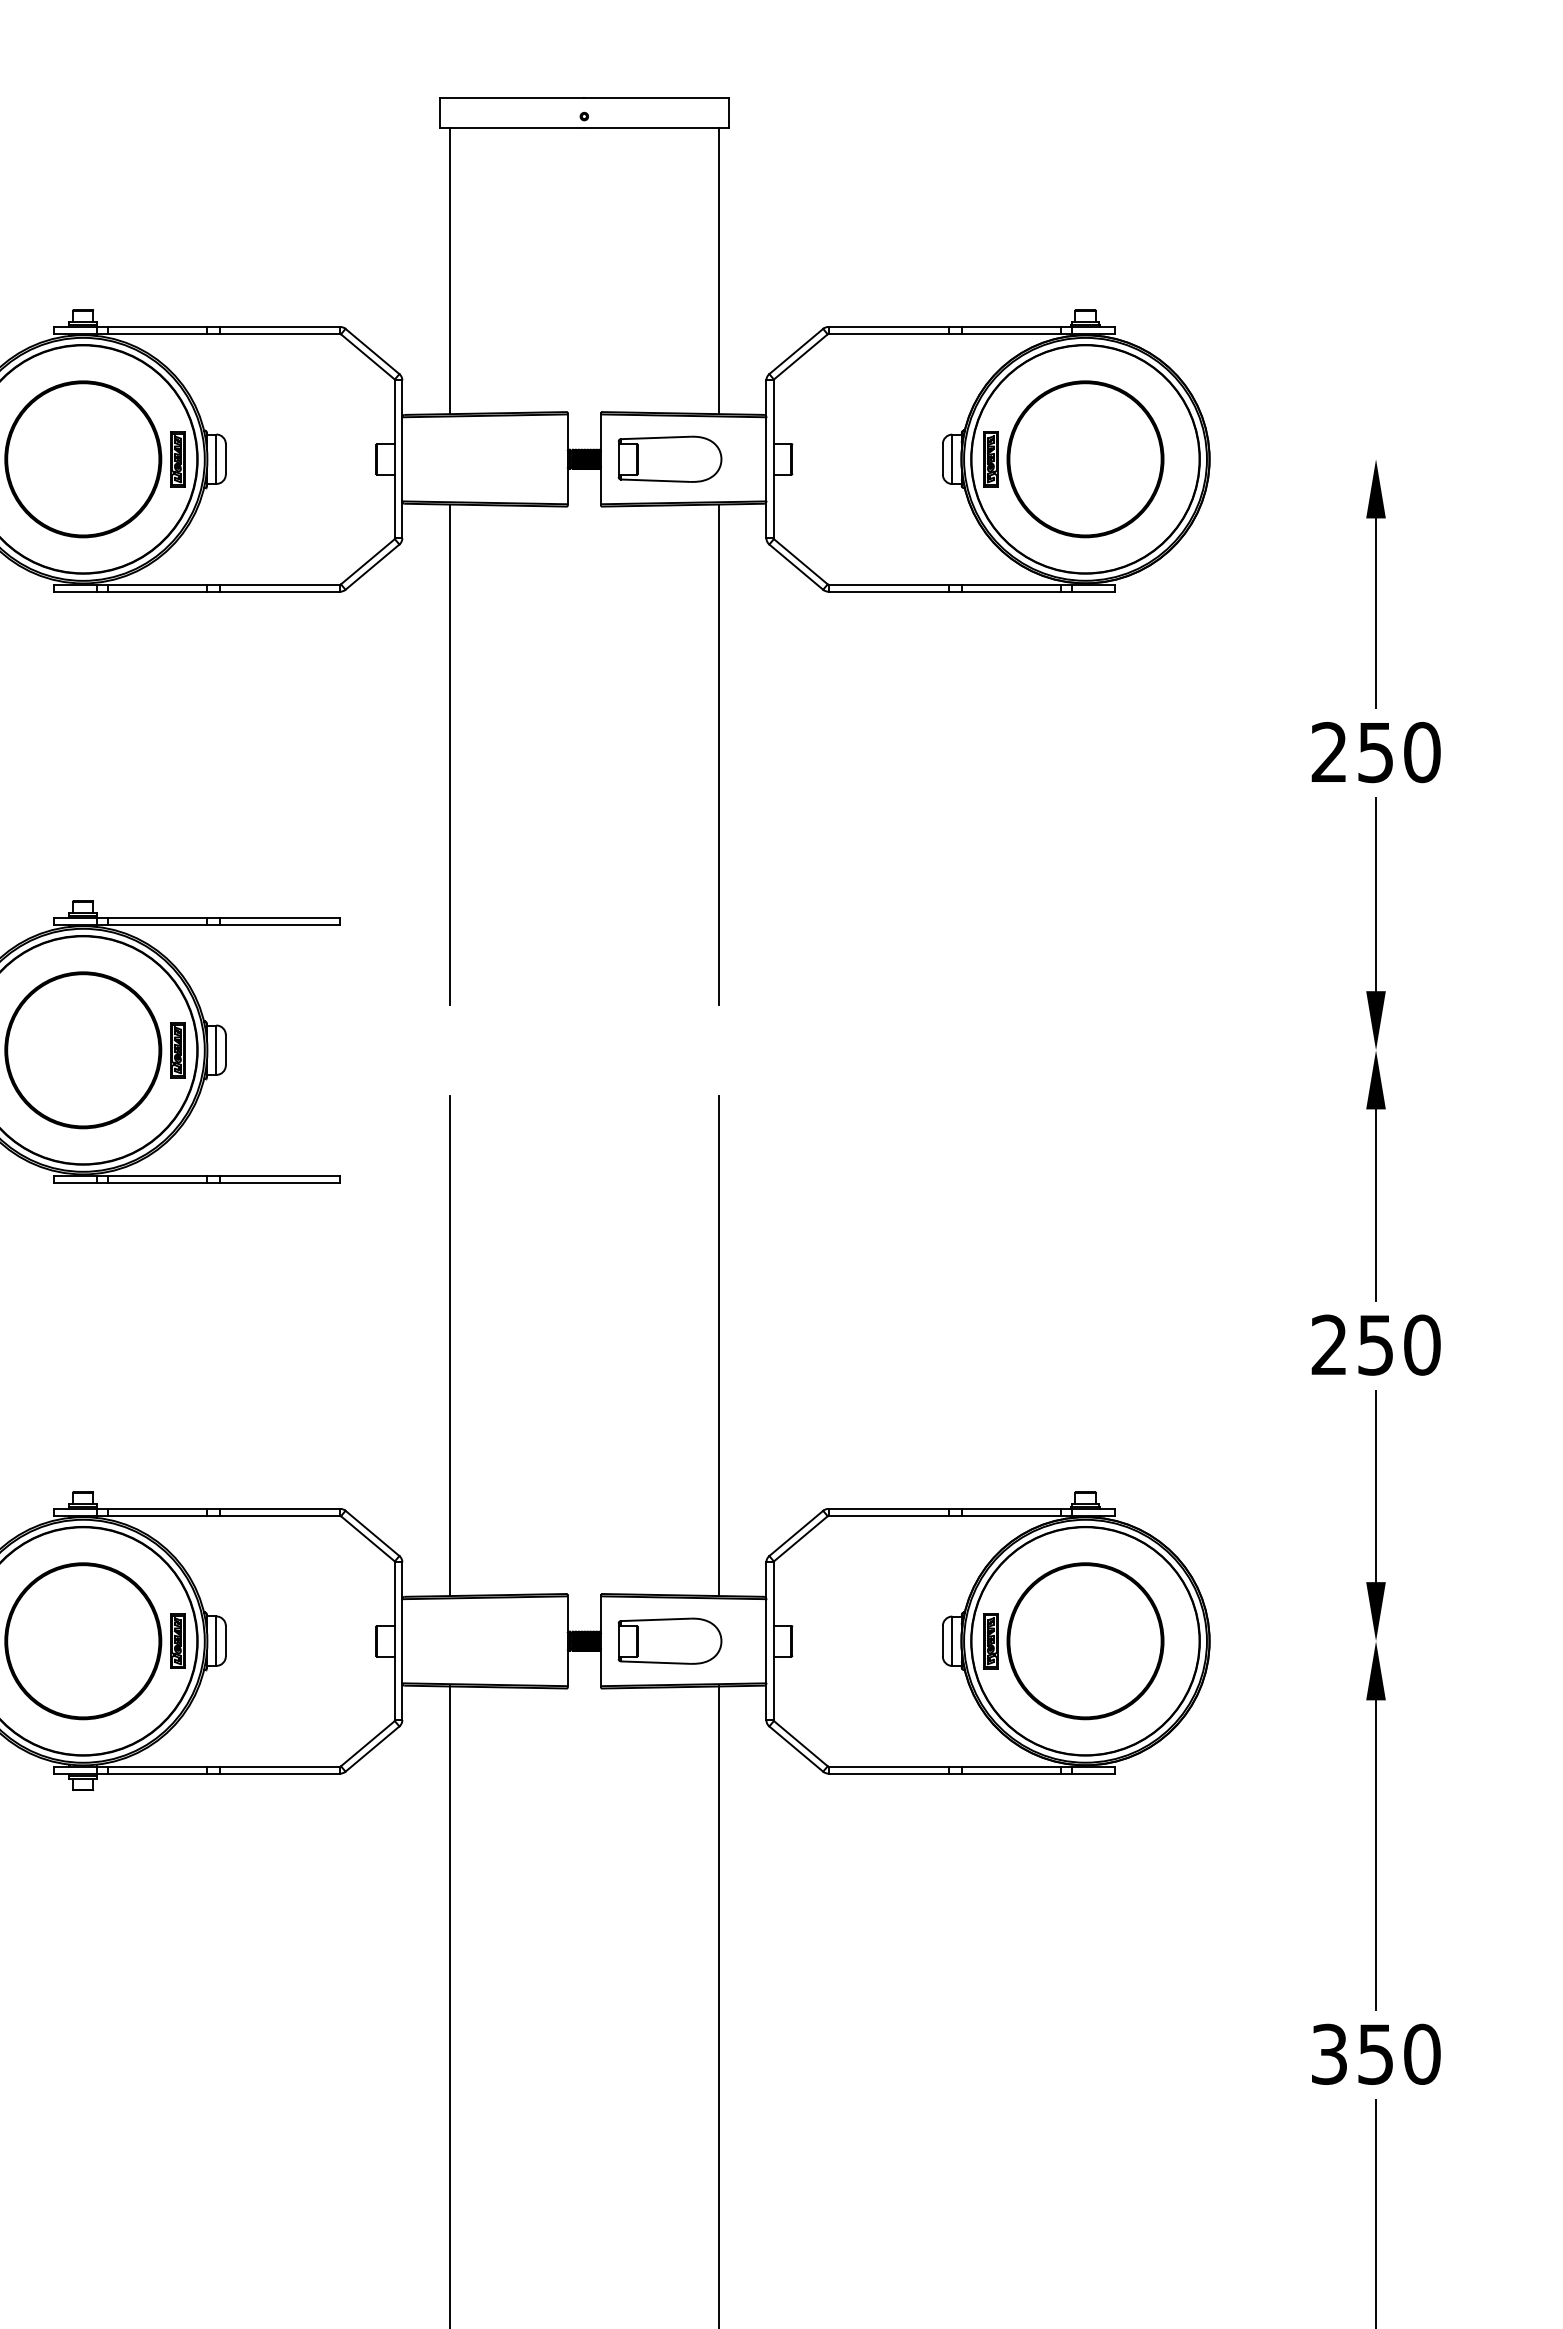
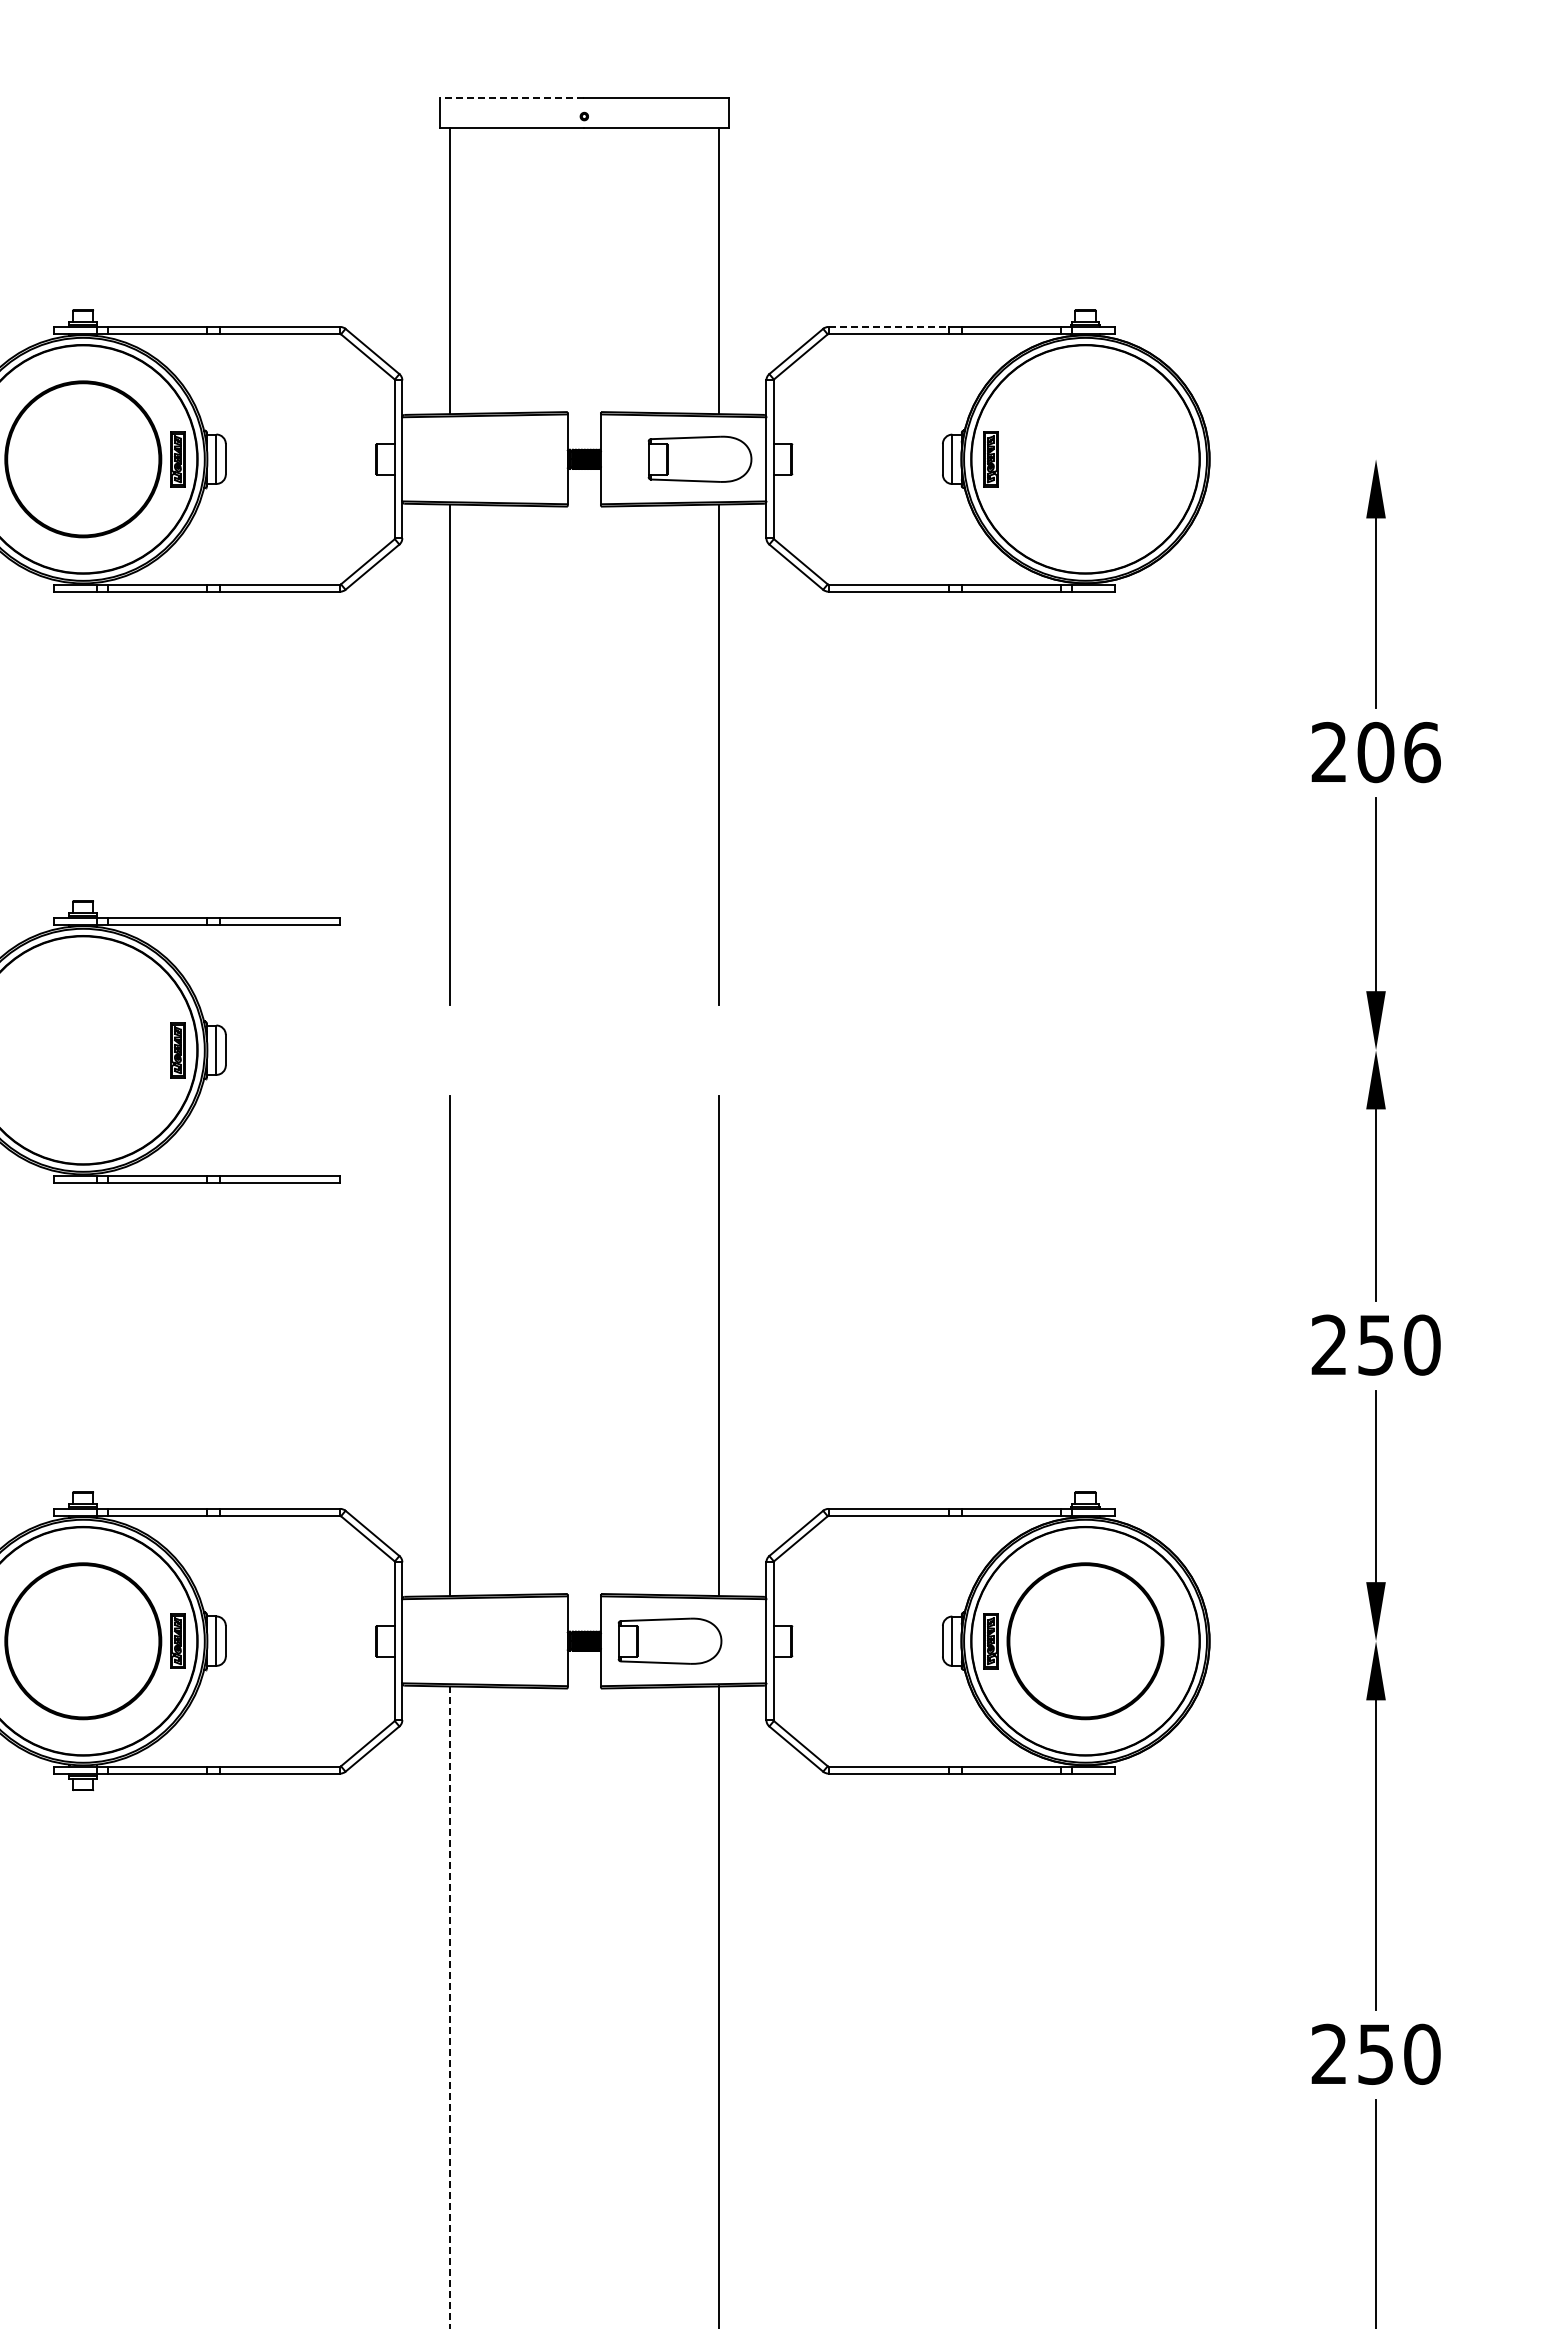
line at (511, 97): solid -> dashed
line at (889, 326): solid -> dashed
part at (669, 458) position: (669, 458) -> (699, 458)
part at (1085, 459): present -> none
text at (1398, 752): 250 -> 206
part at (83, 1050): present -> none
line at (449, 2008): solid -> dashed
text at (1328, 2054): 350 -> 250
